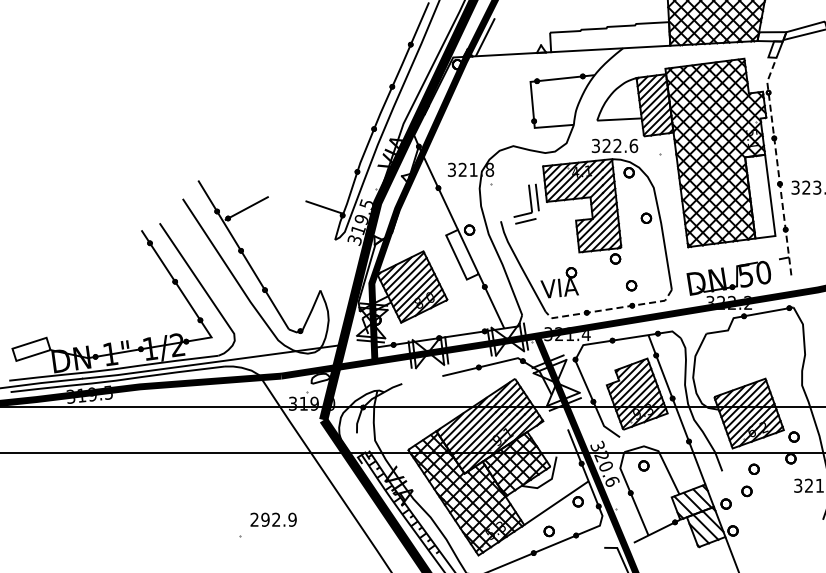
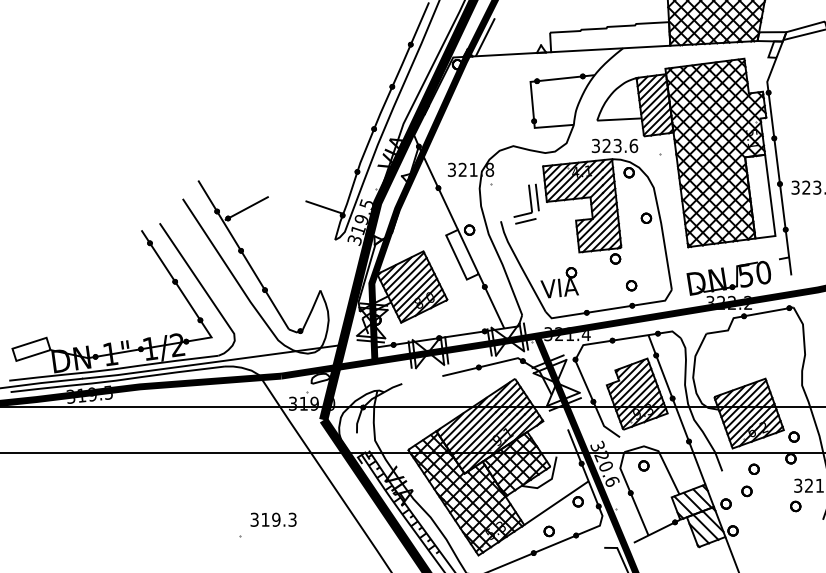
text at (617, 146): 322.6 -> 323.6
line at (777, 165): dashed -> solid
line at (609, 309): dashed -> solid
part at (795, 506): none -> present
text at (273, 519): 292.9 -> 319.3
